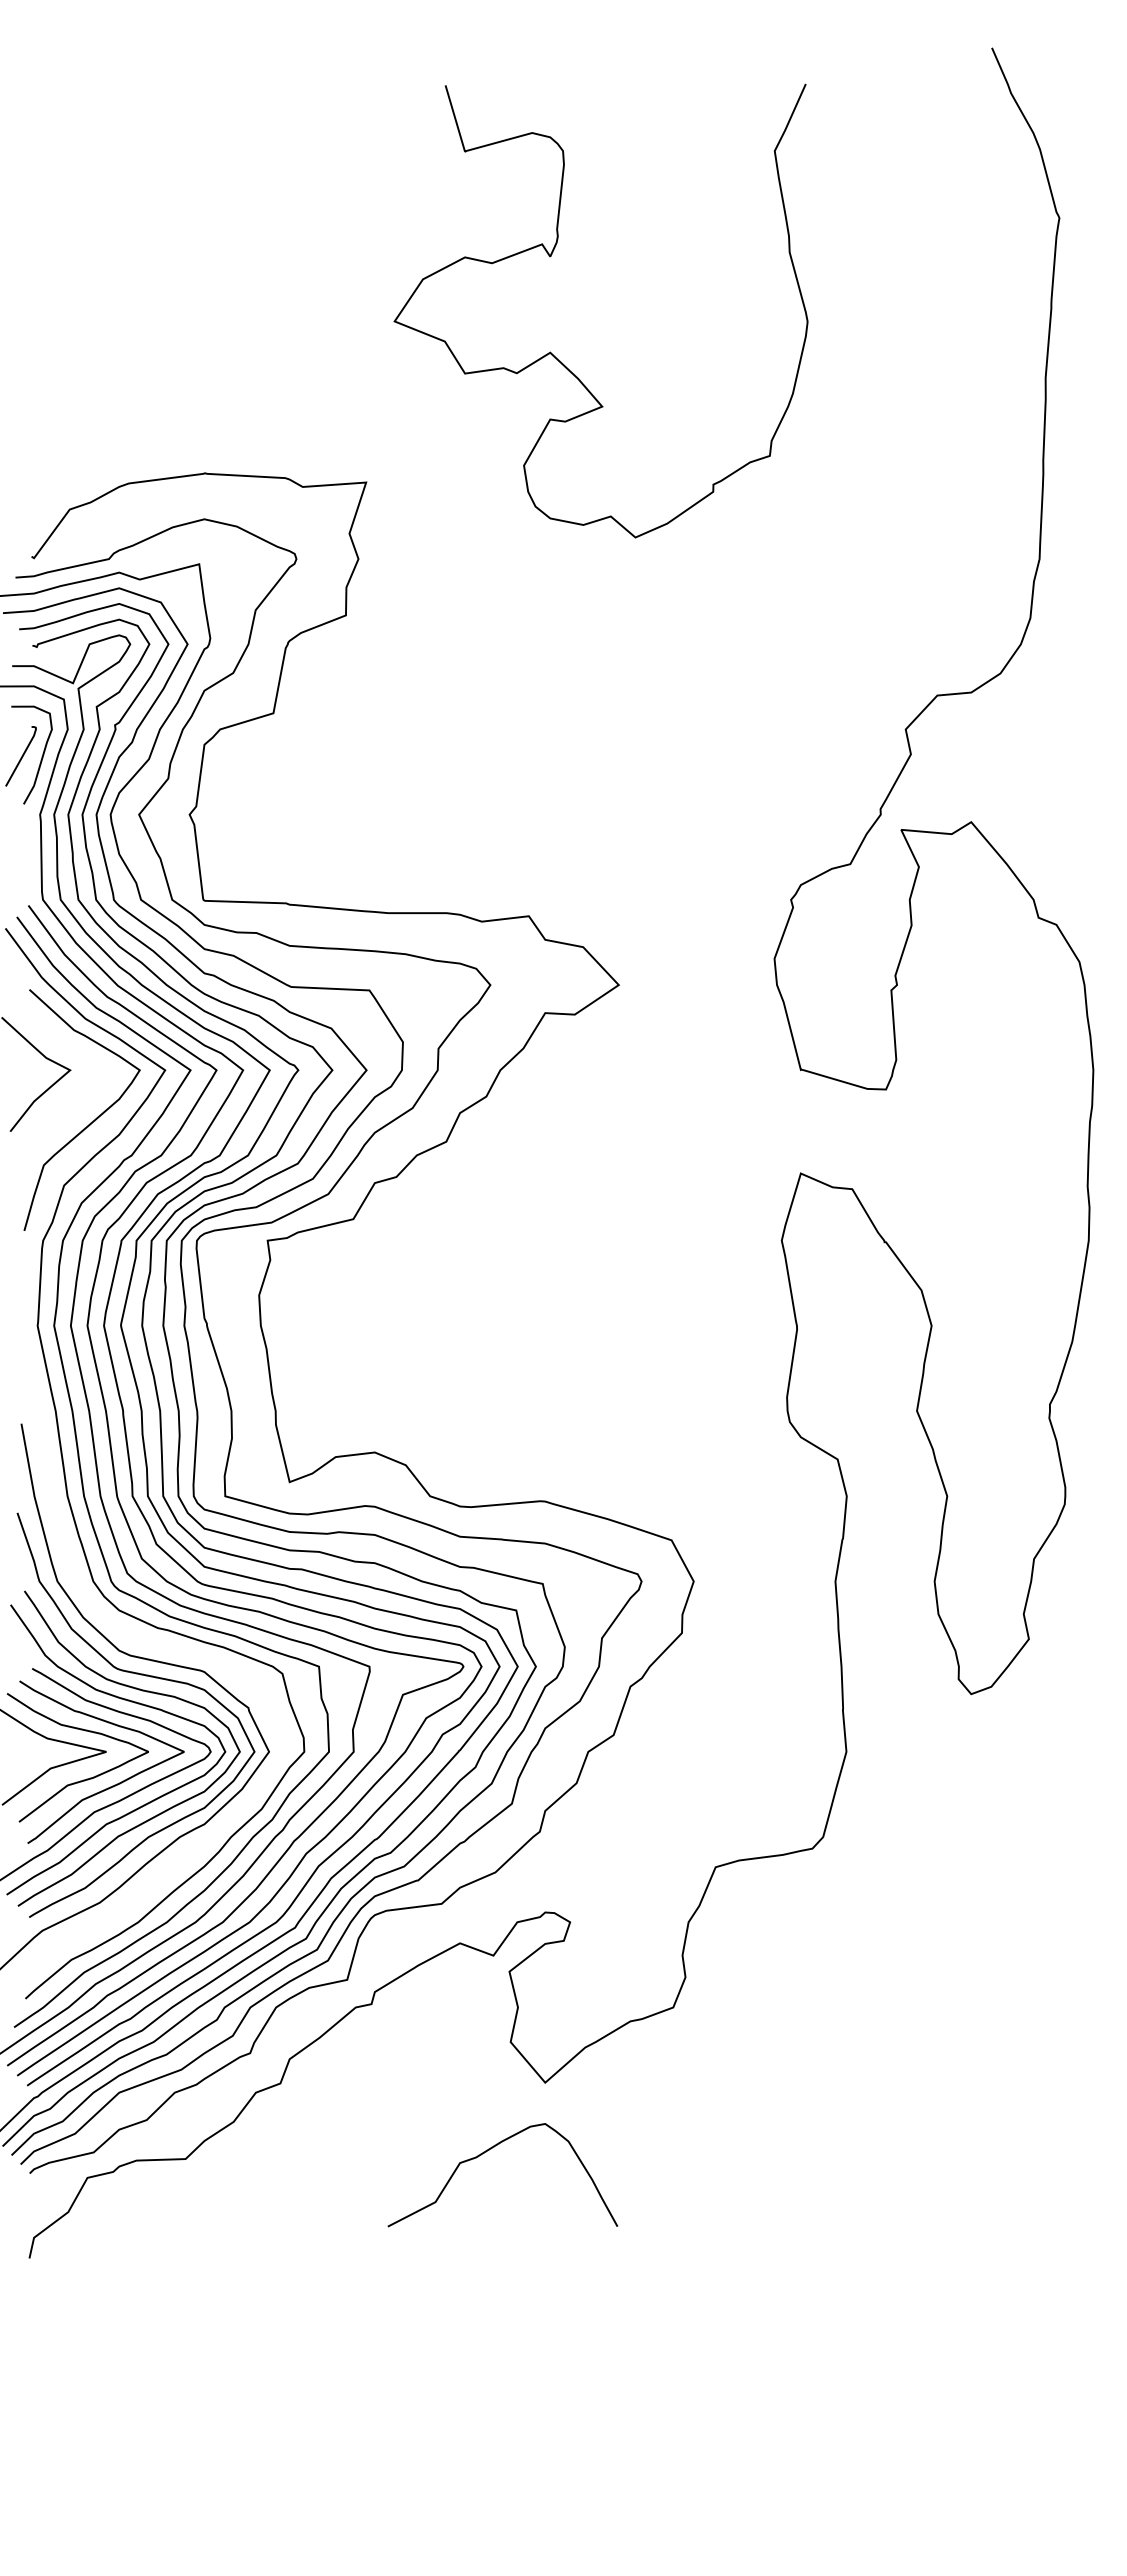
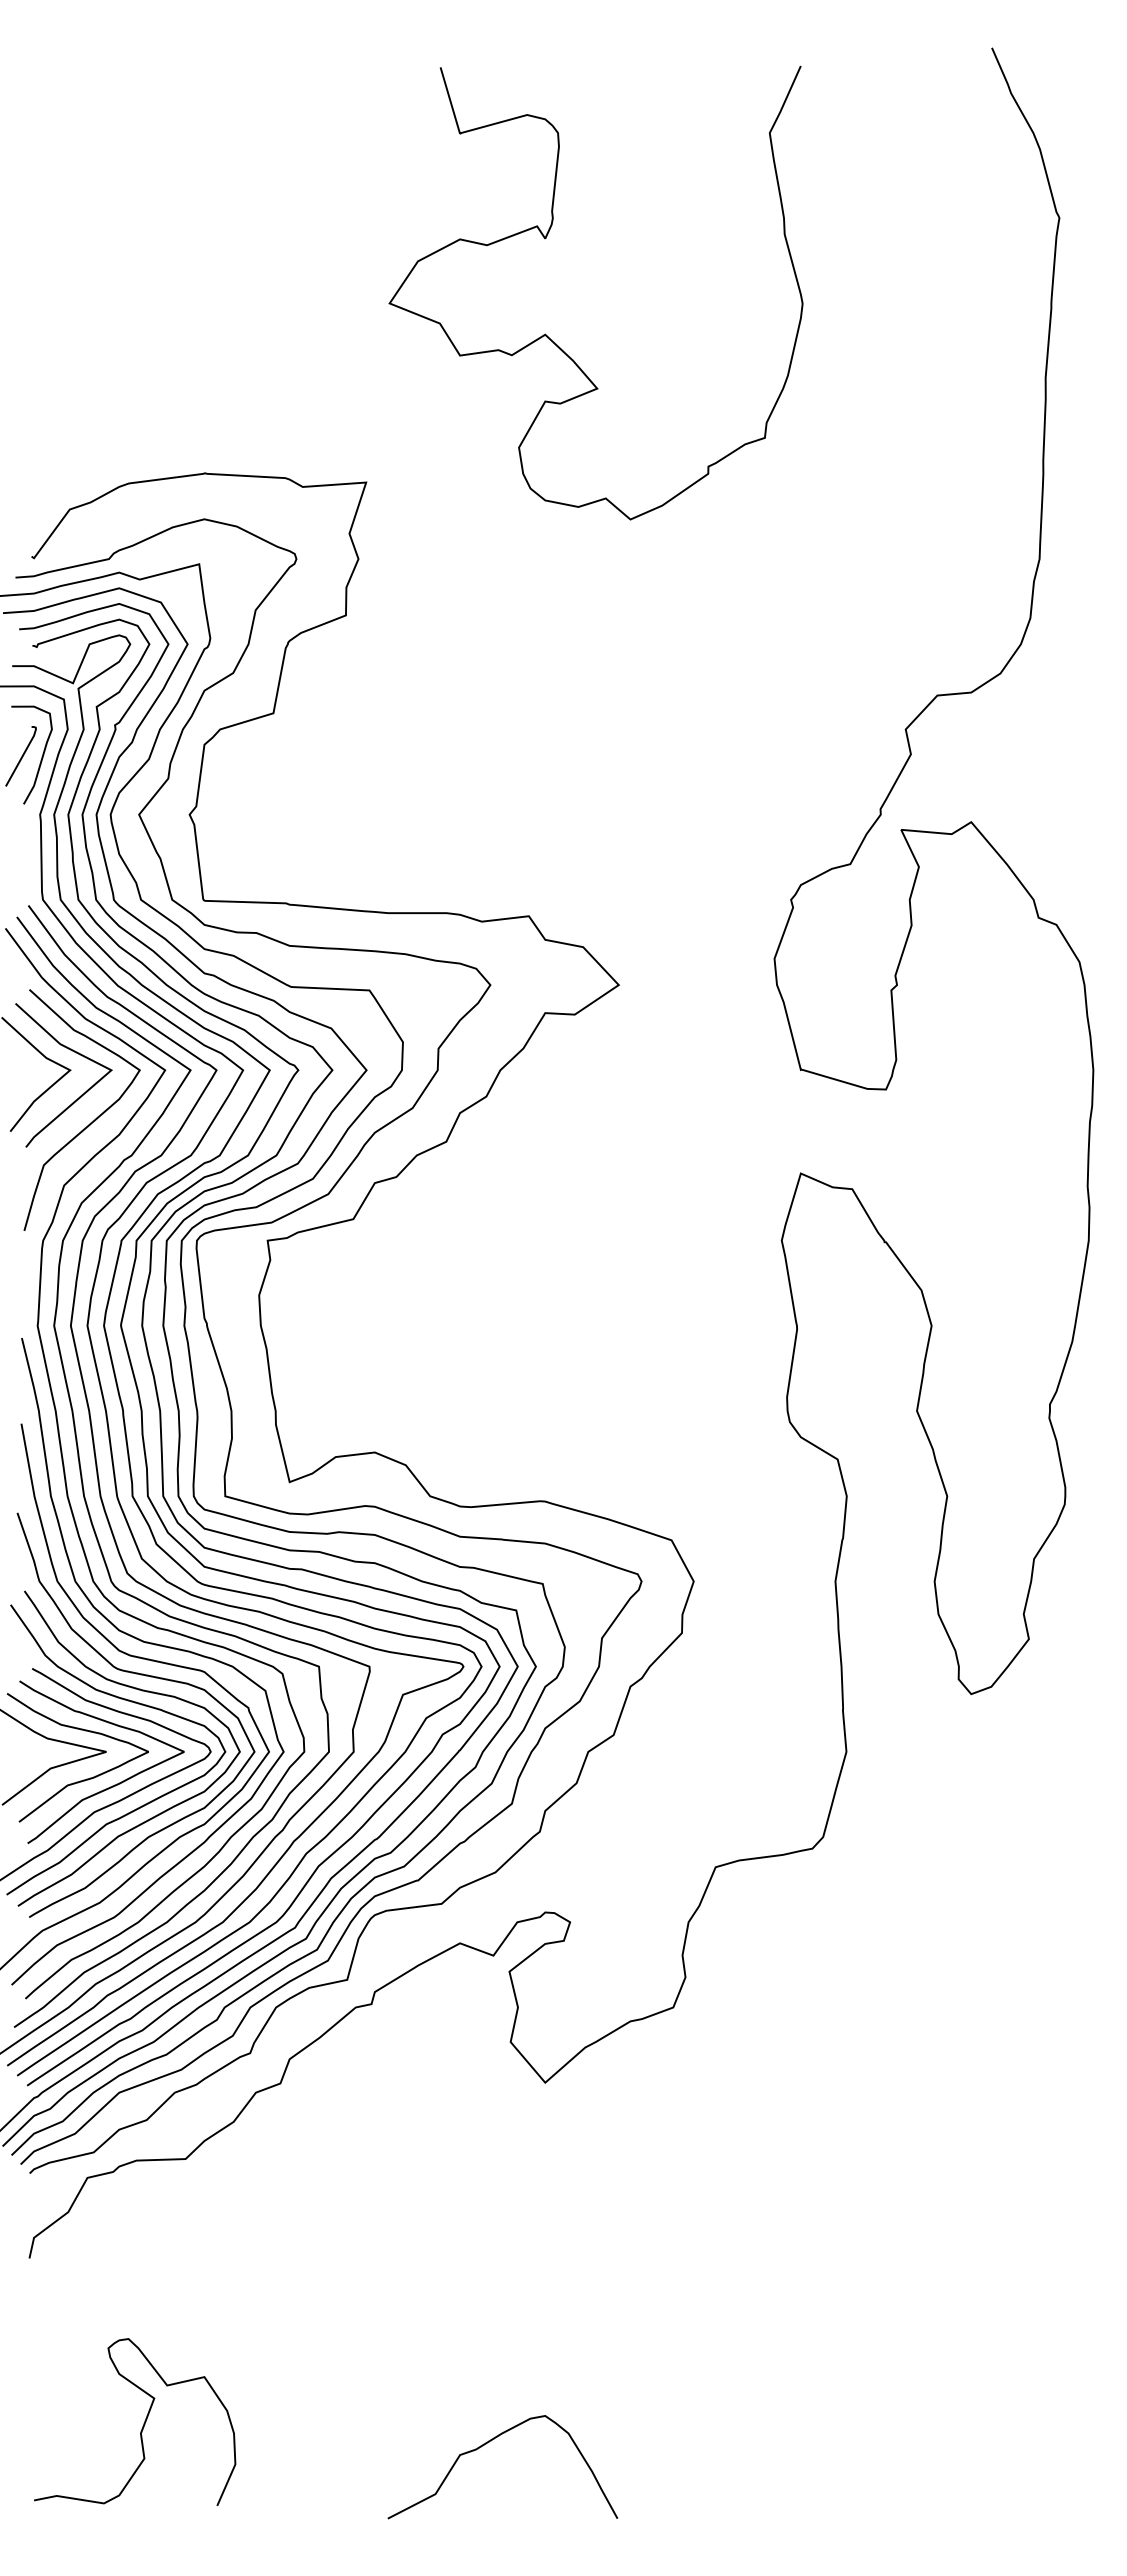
curve at (560, 360) position: (560, 360) -> (555, 342)
curve at (74, 1052): none -> present
curve at (150, 1644): none -> present
curve at (486, 2152) position: (486, 2152) -> (486, 2444)
curve at (143, 2423): none -> present
